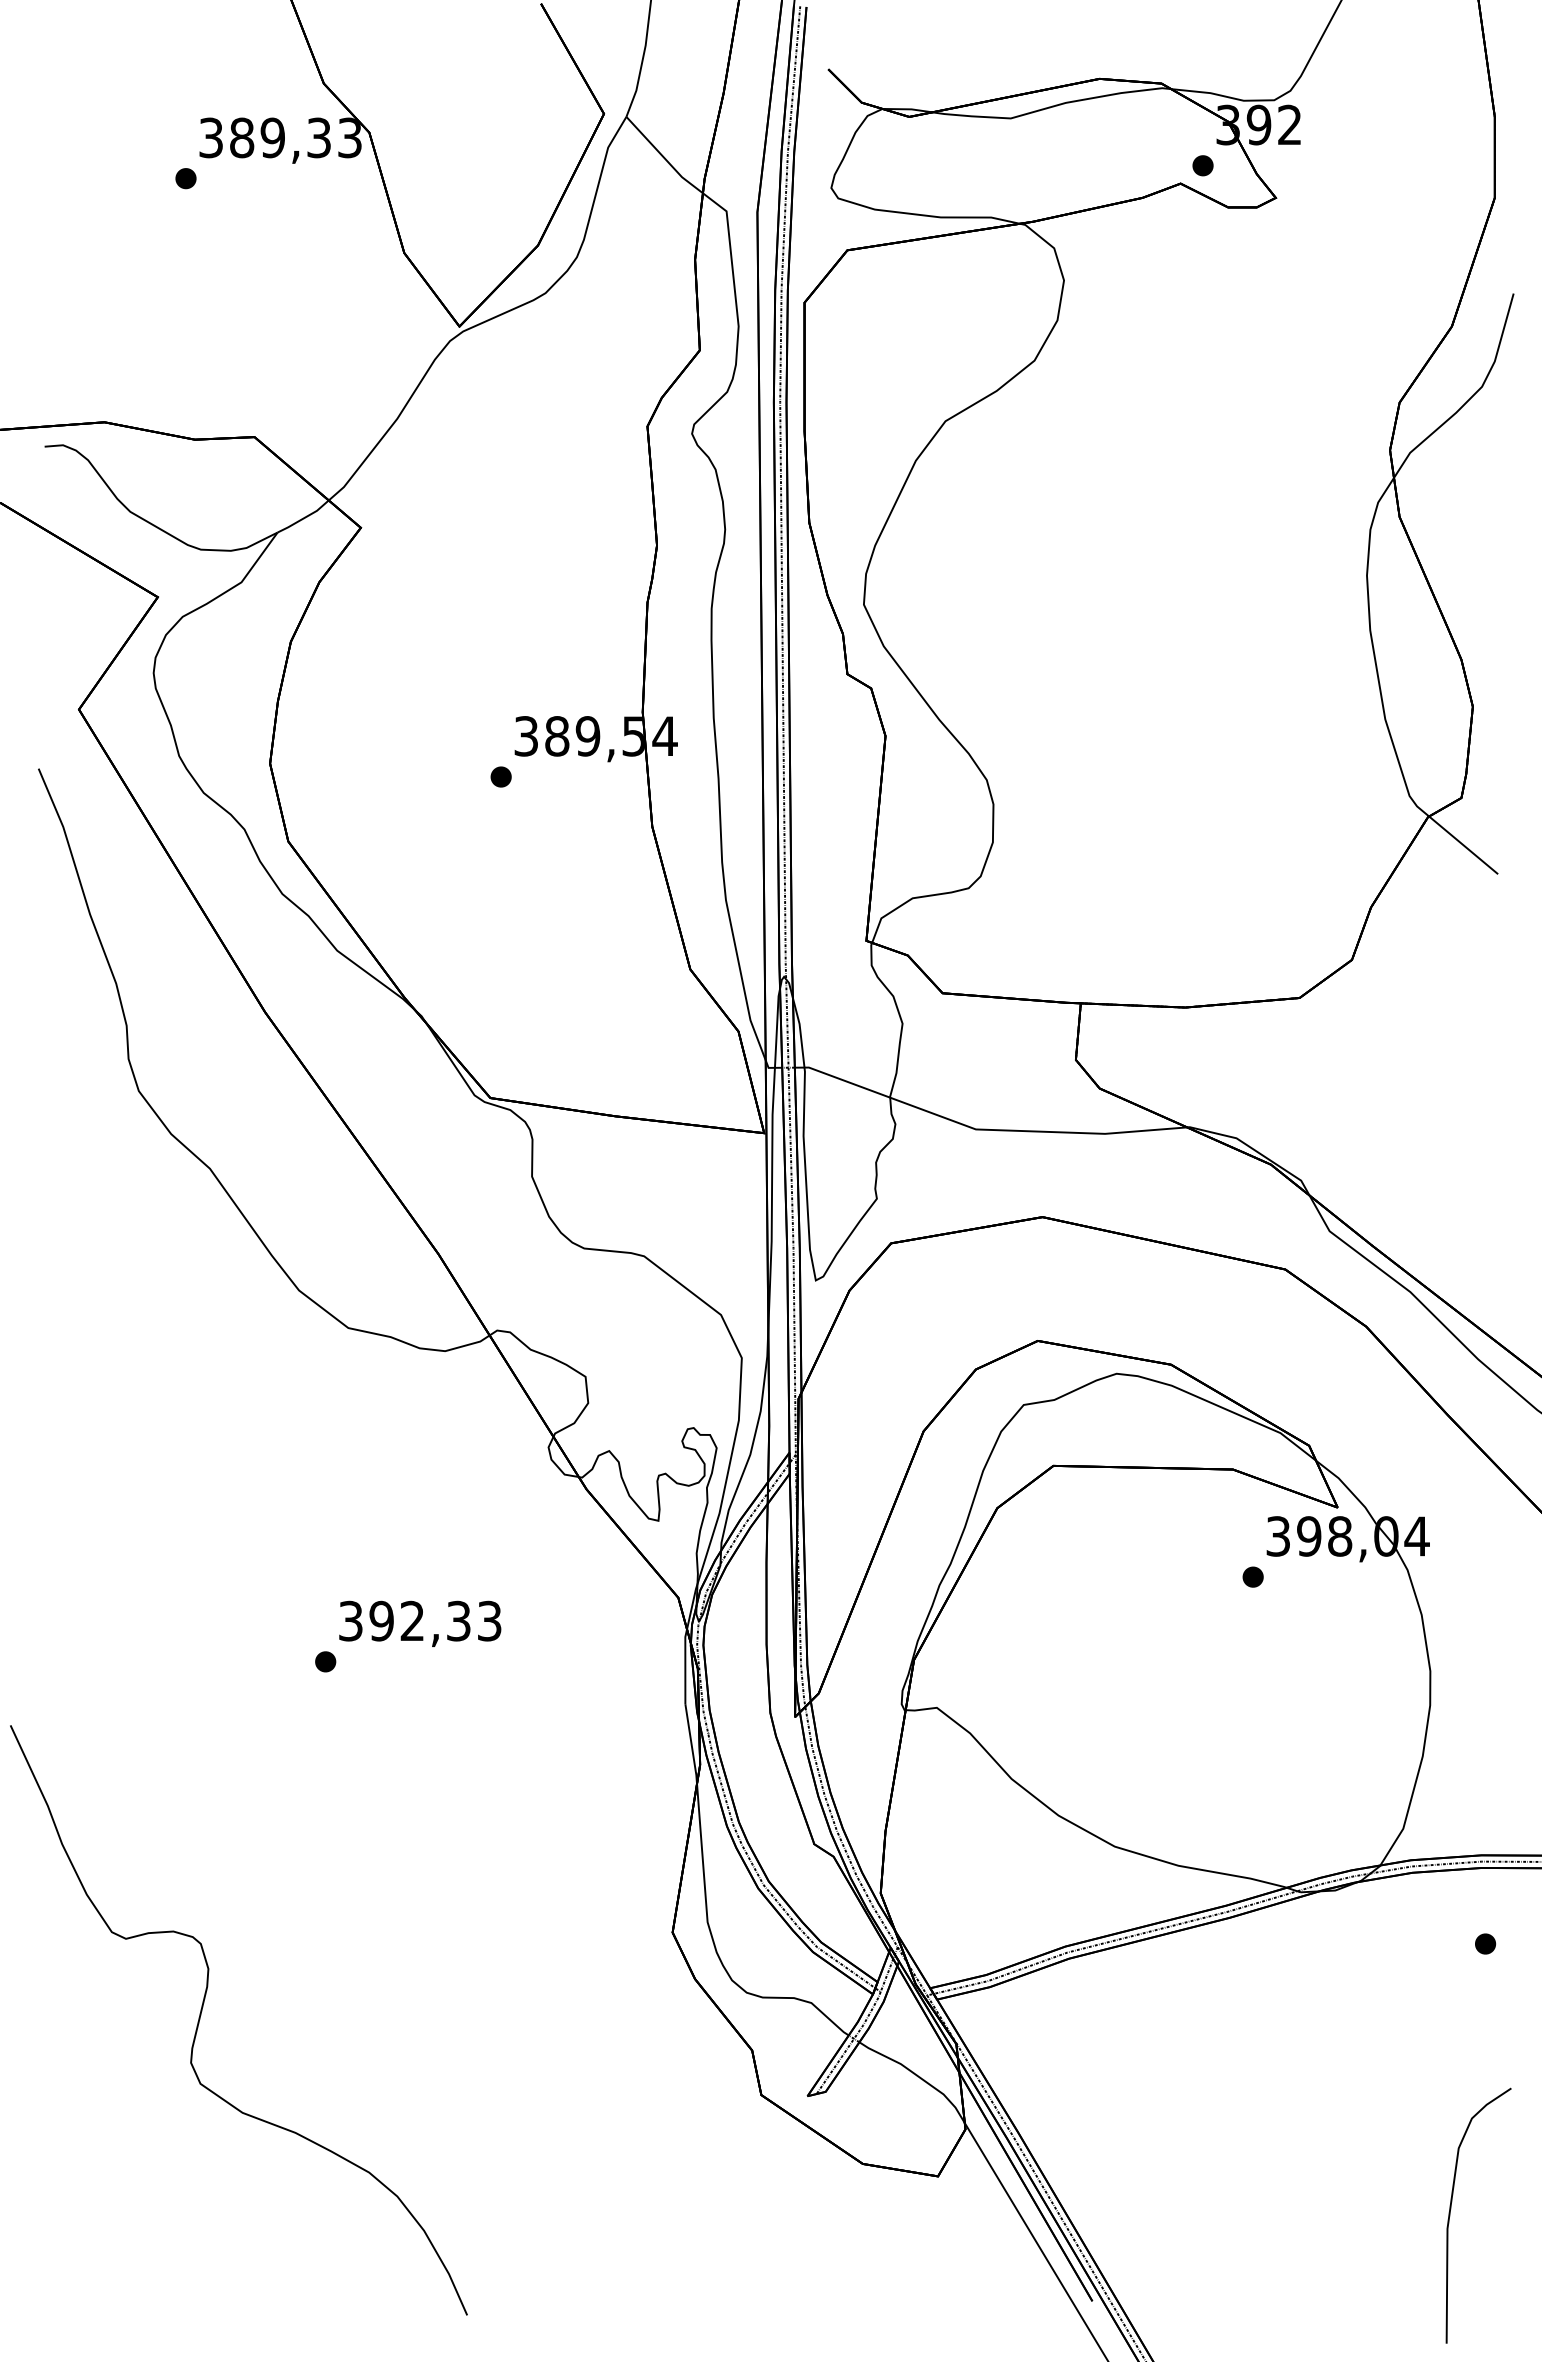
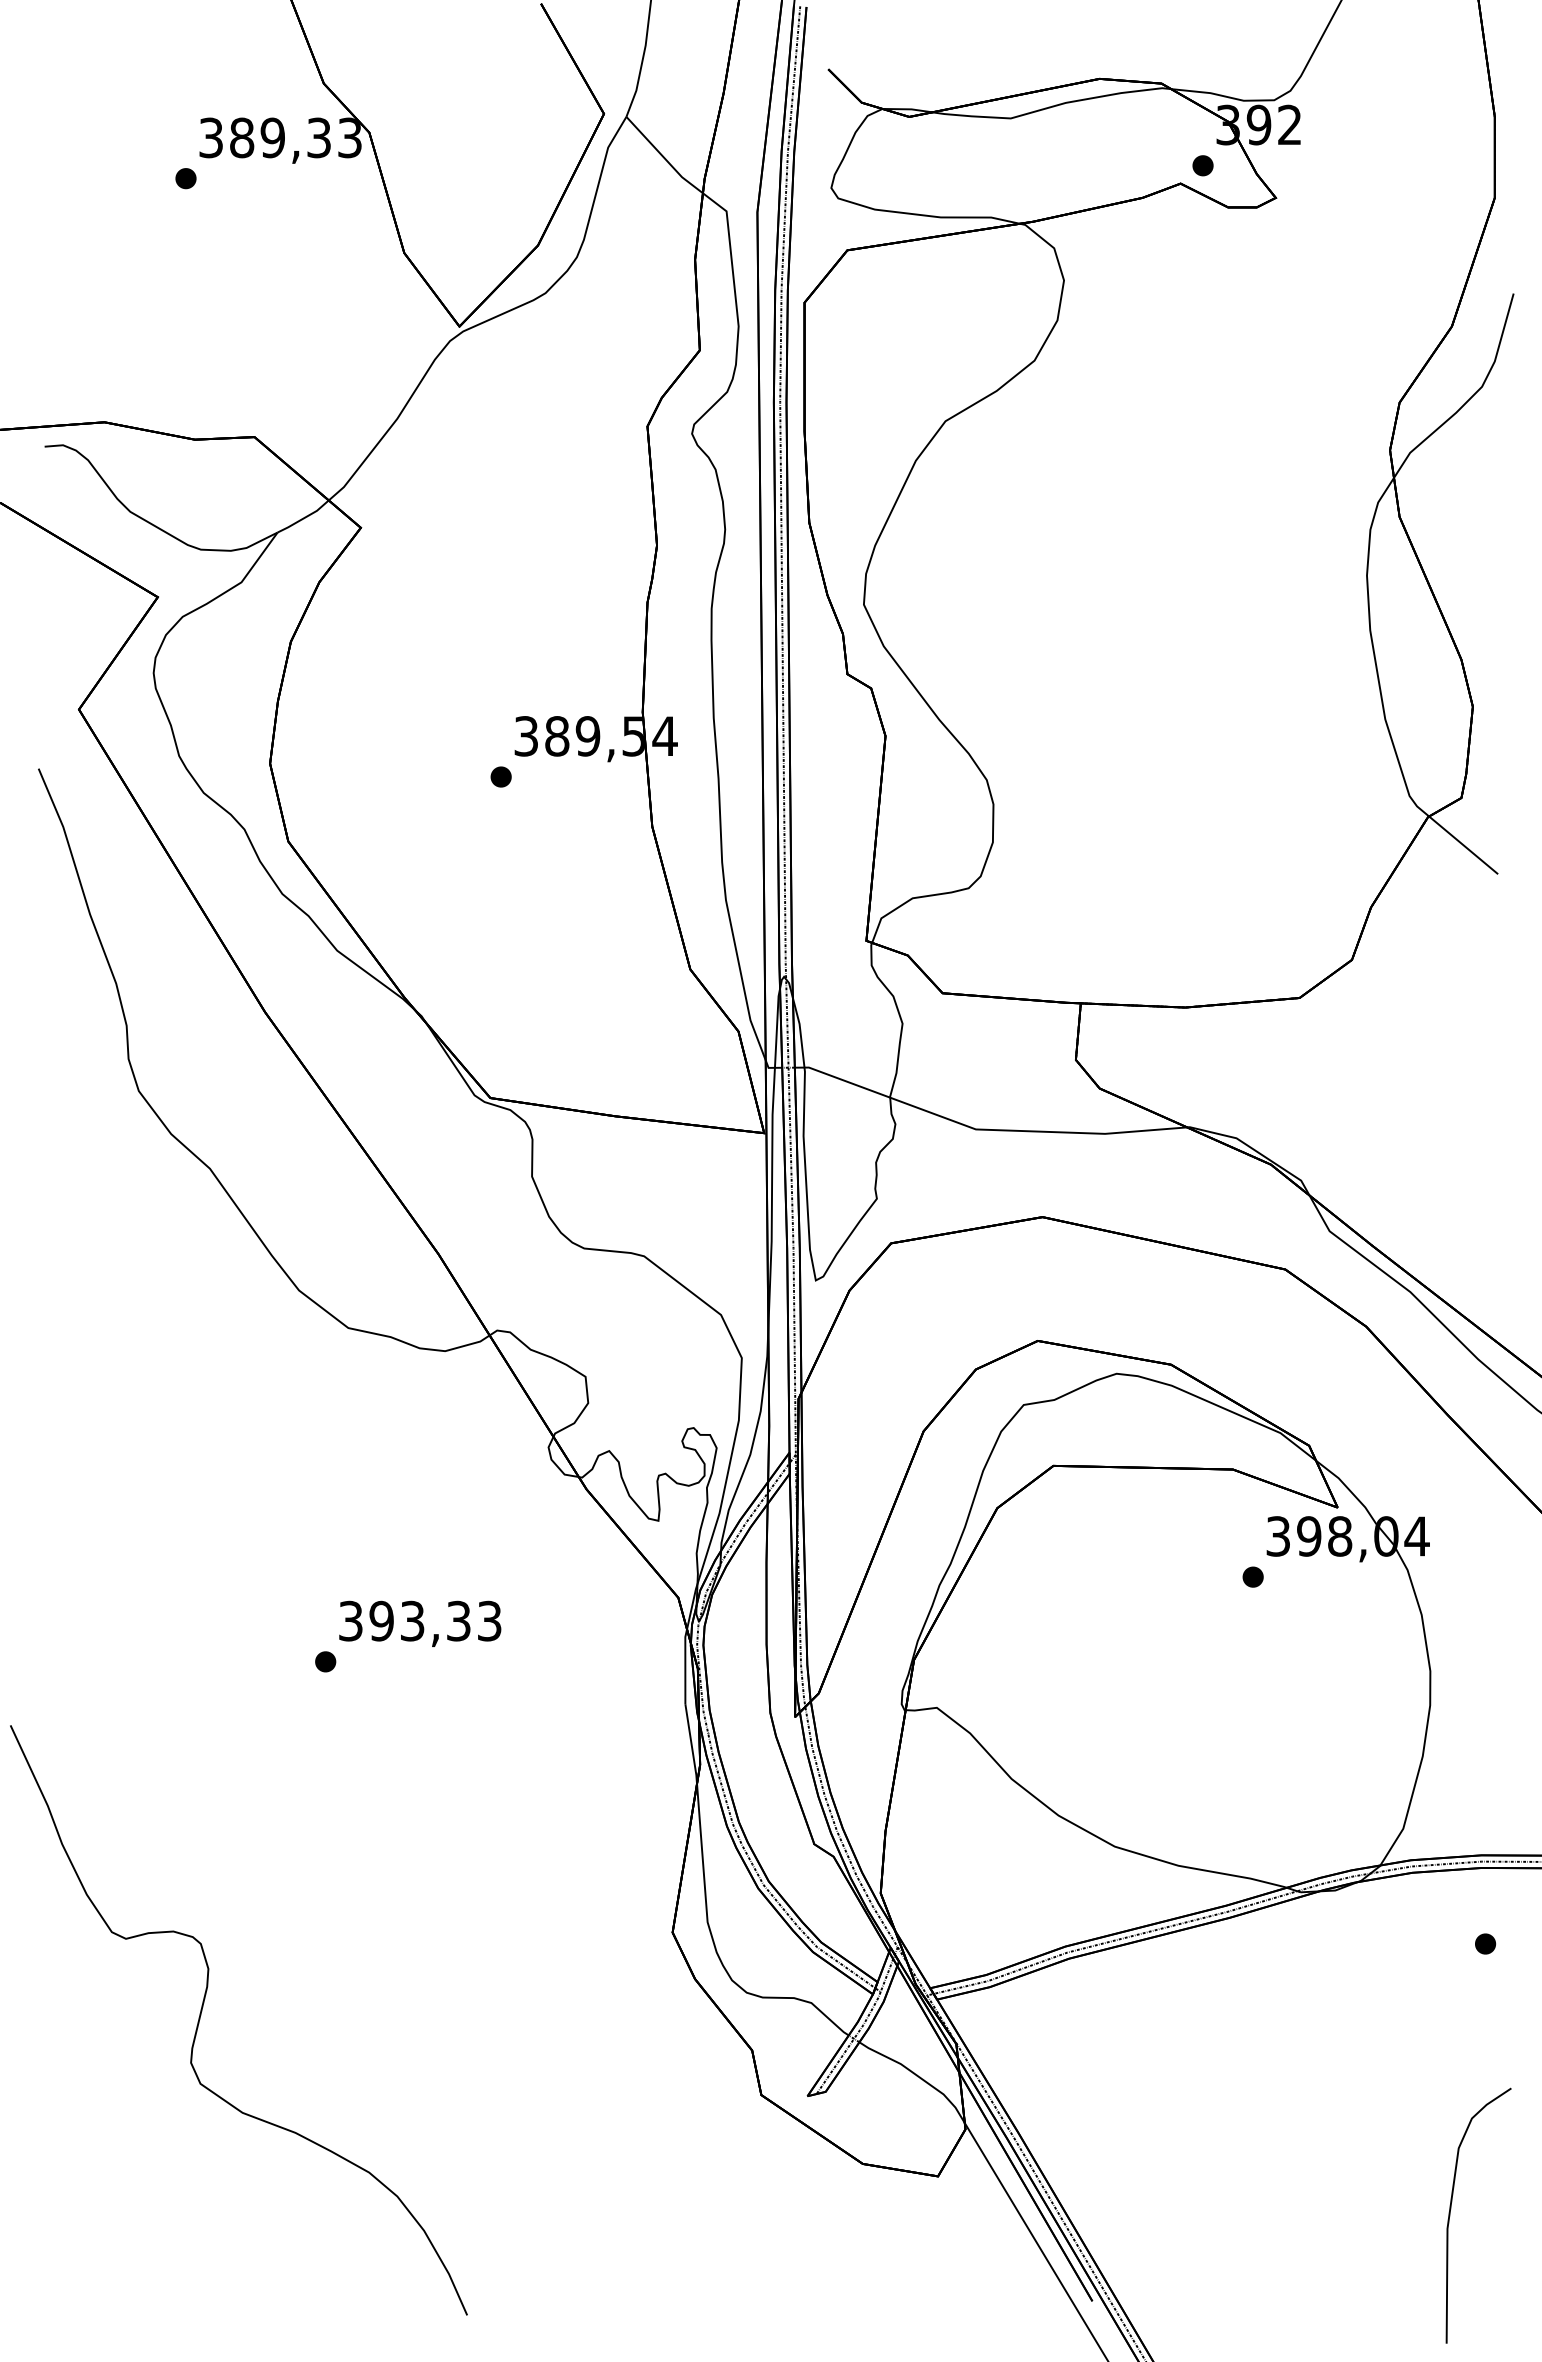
text at (412, 1621): 392,33 -> 393,33
